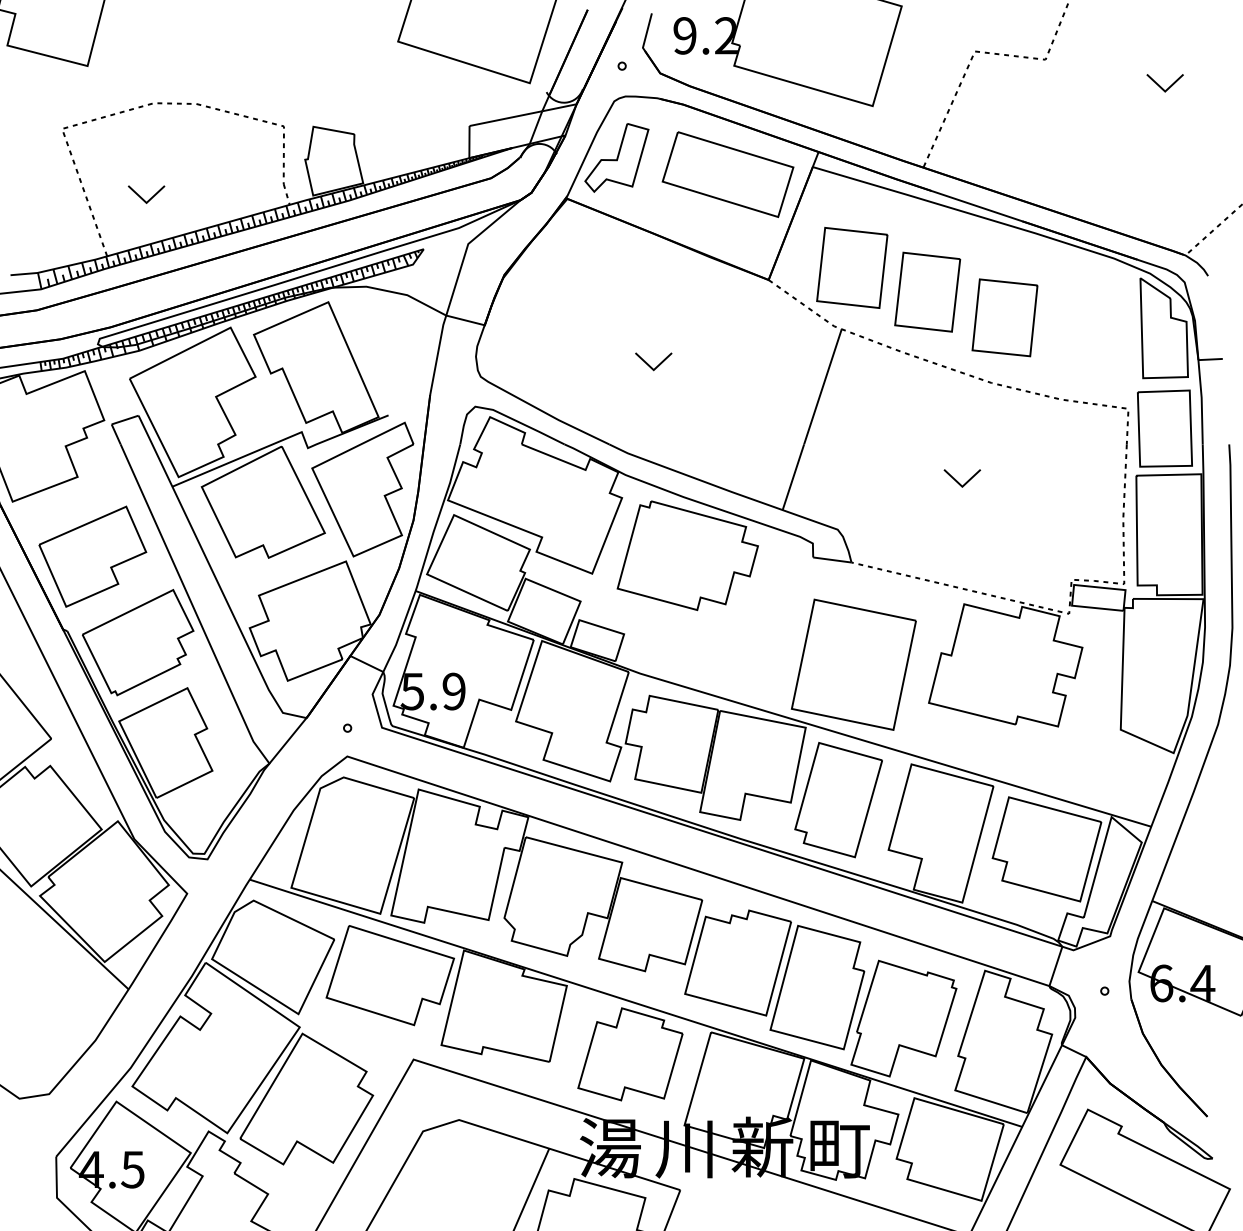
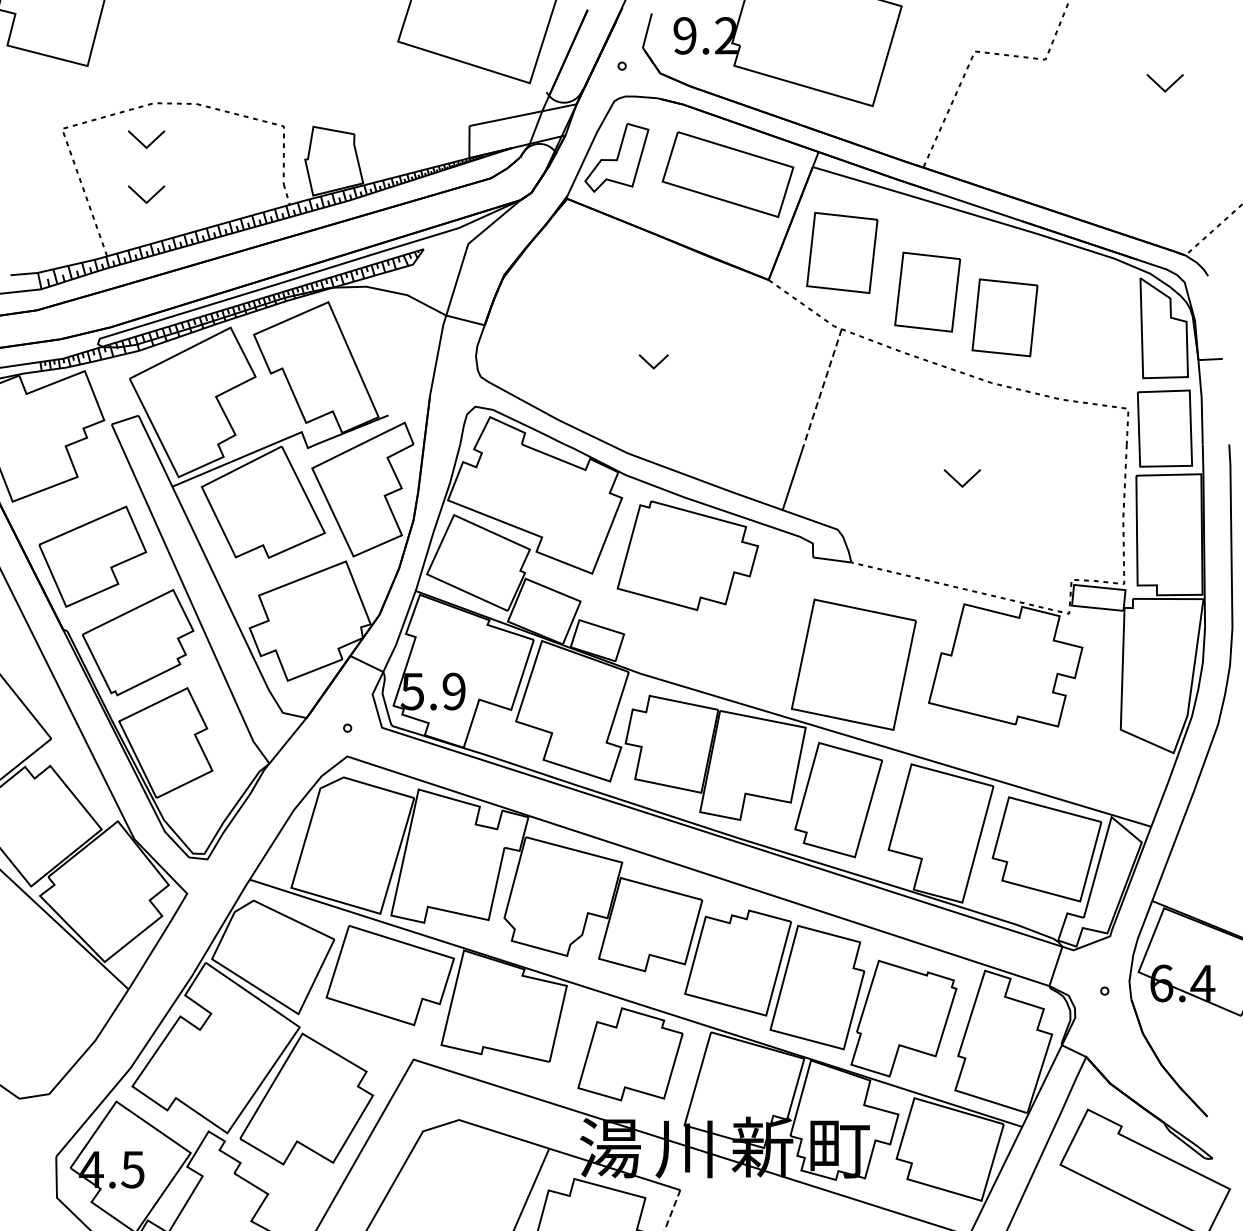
part at (146, 139): none -> present
part at (852, 267) position: (852, 267) -> (842, 252)
part at (653, 361) size: 38x20 px -> 31x16 px
line at (822, 386): solid -> dashed
line at (672, 1209): solid -> dashed
